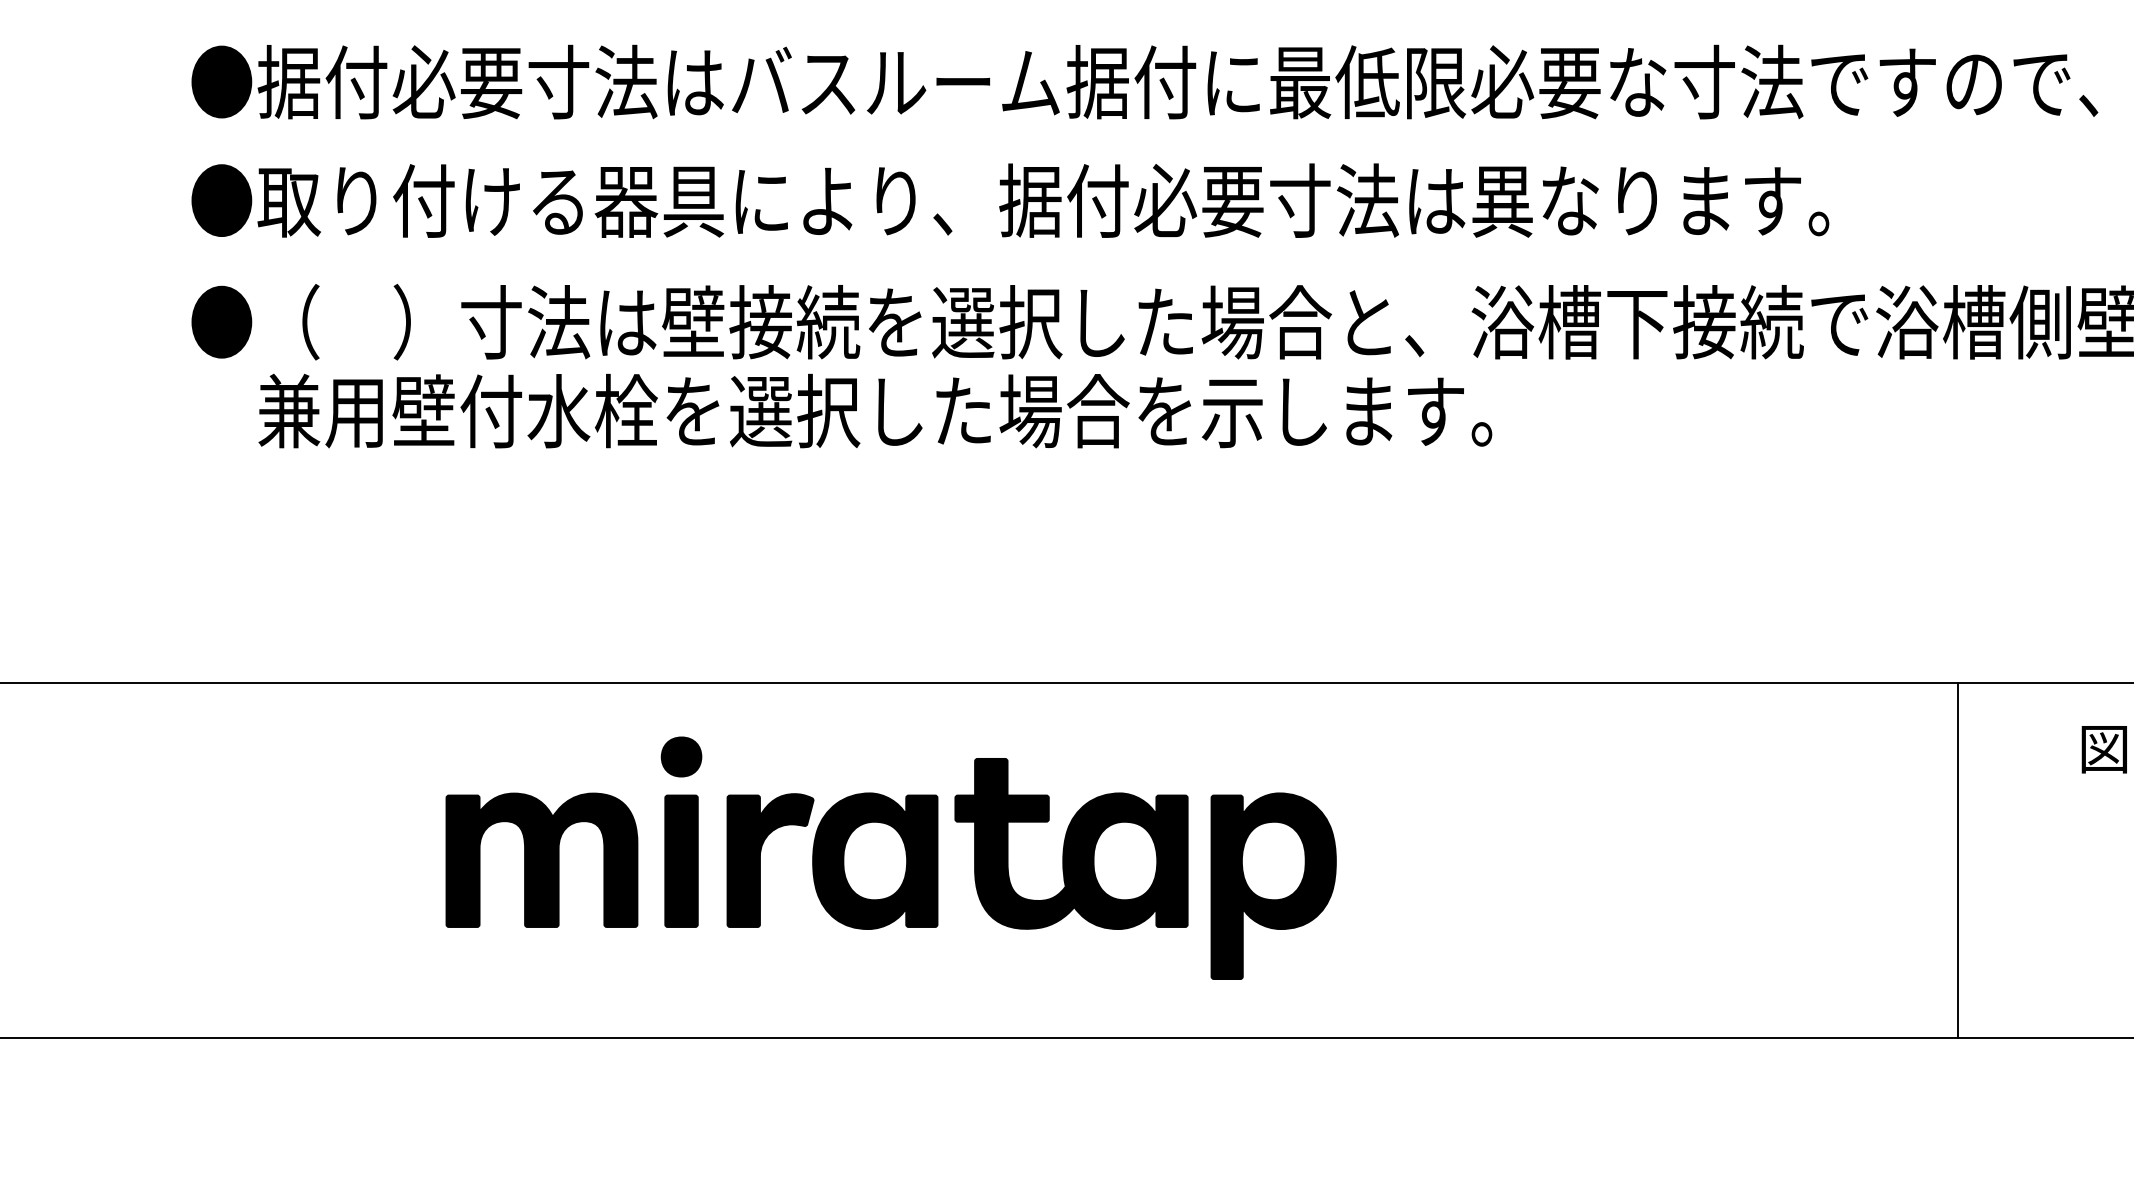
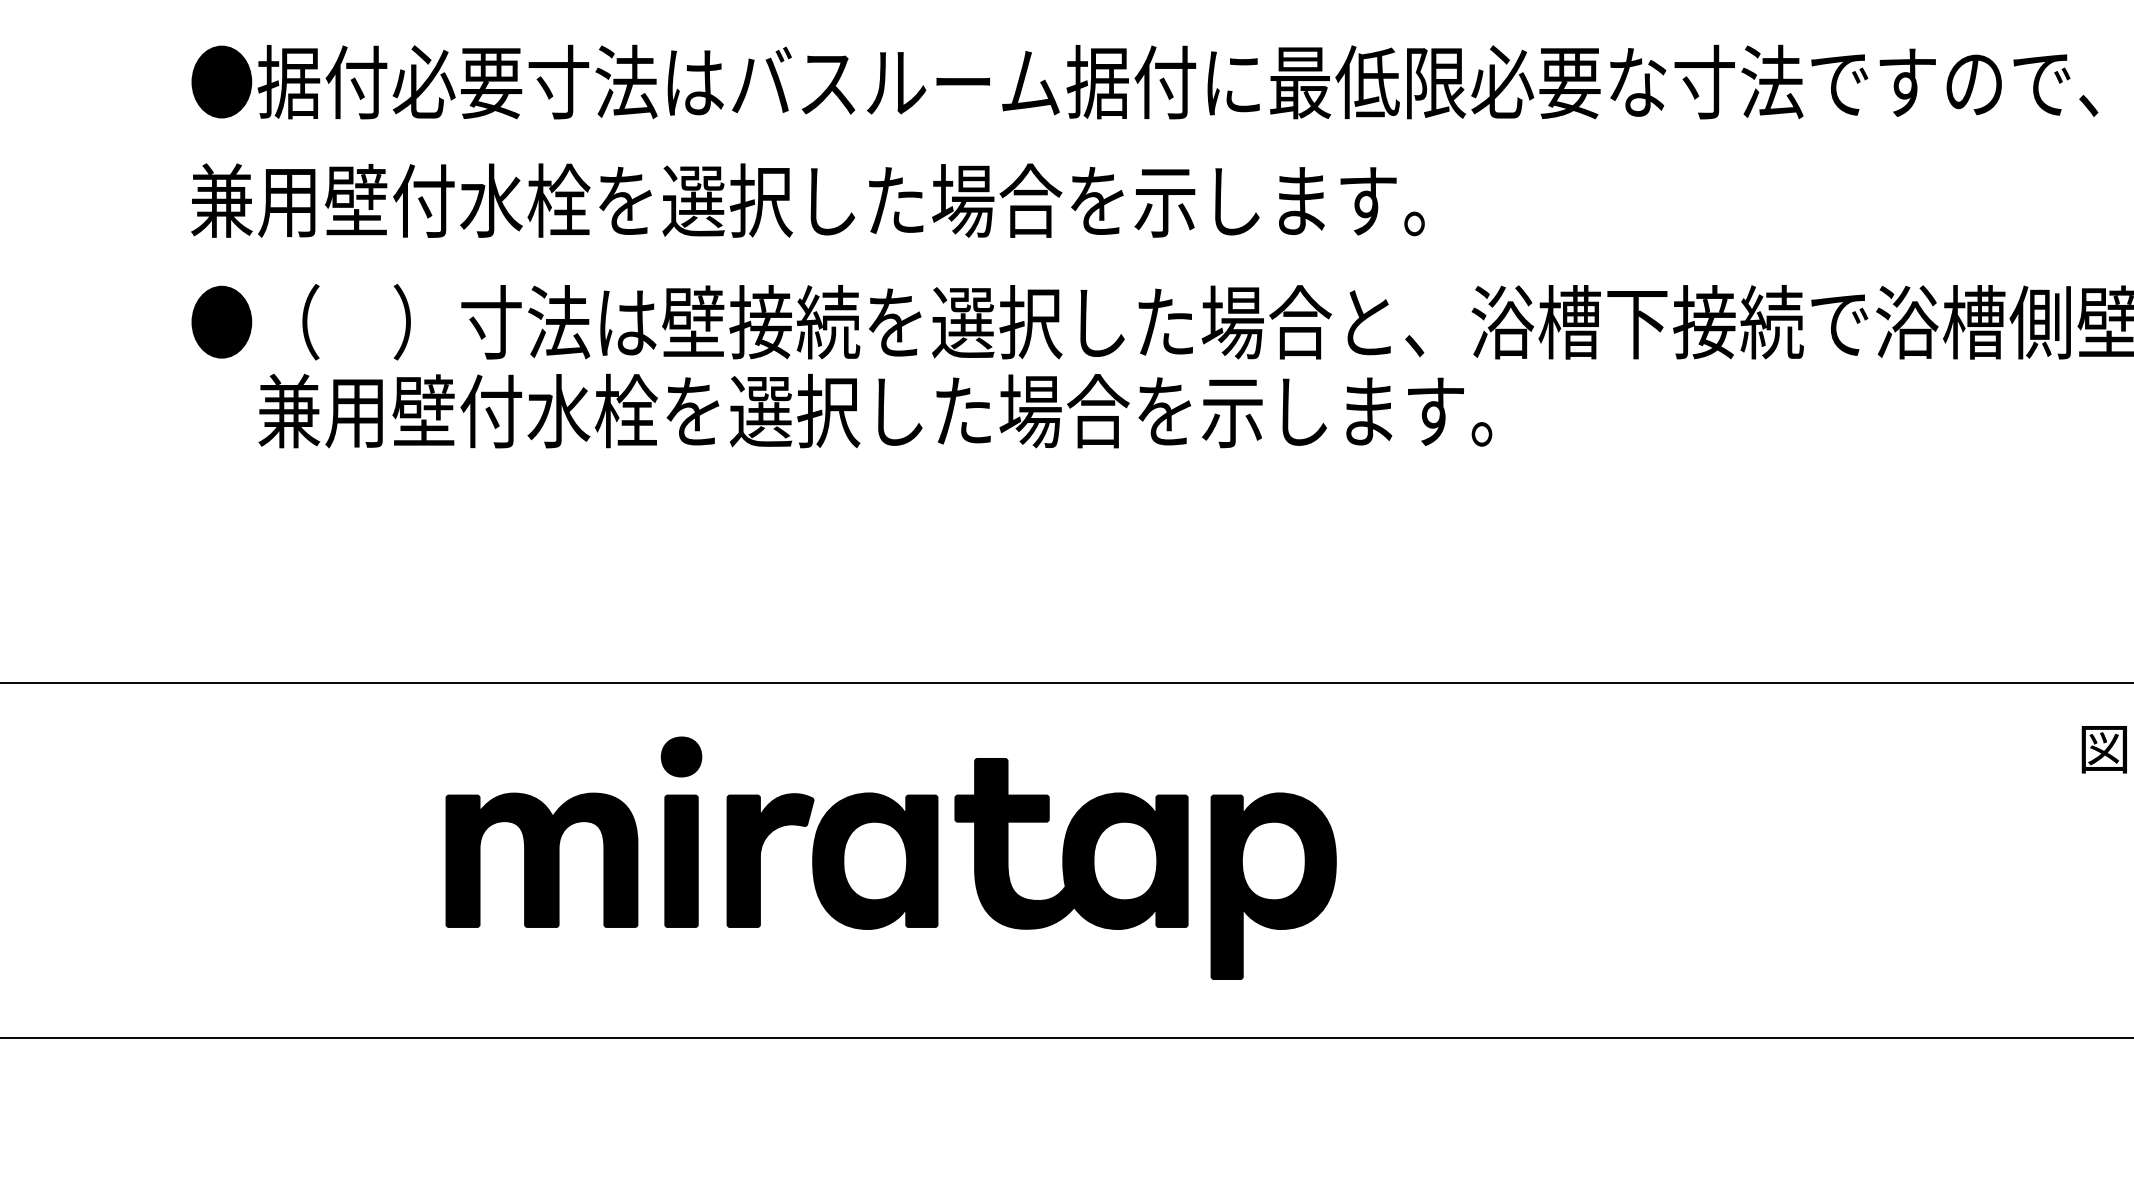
text at (1010, 200): ●取り付ける器具により、据付必要寸法は異なります。 -> 兼用壁付水栓を選択した場合を示します。
line at (1958, 860): present -> none
